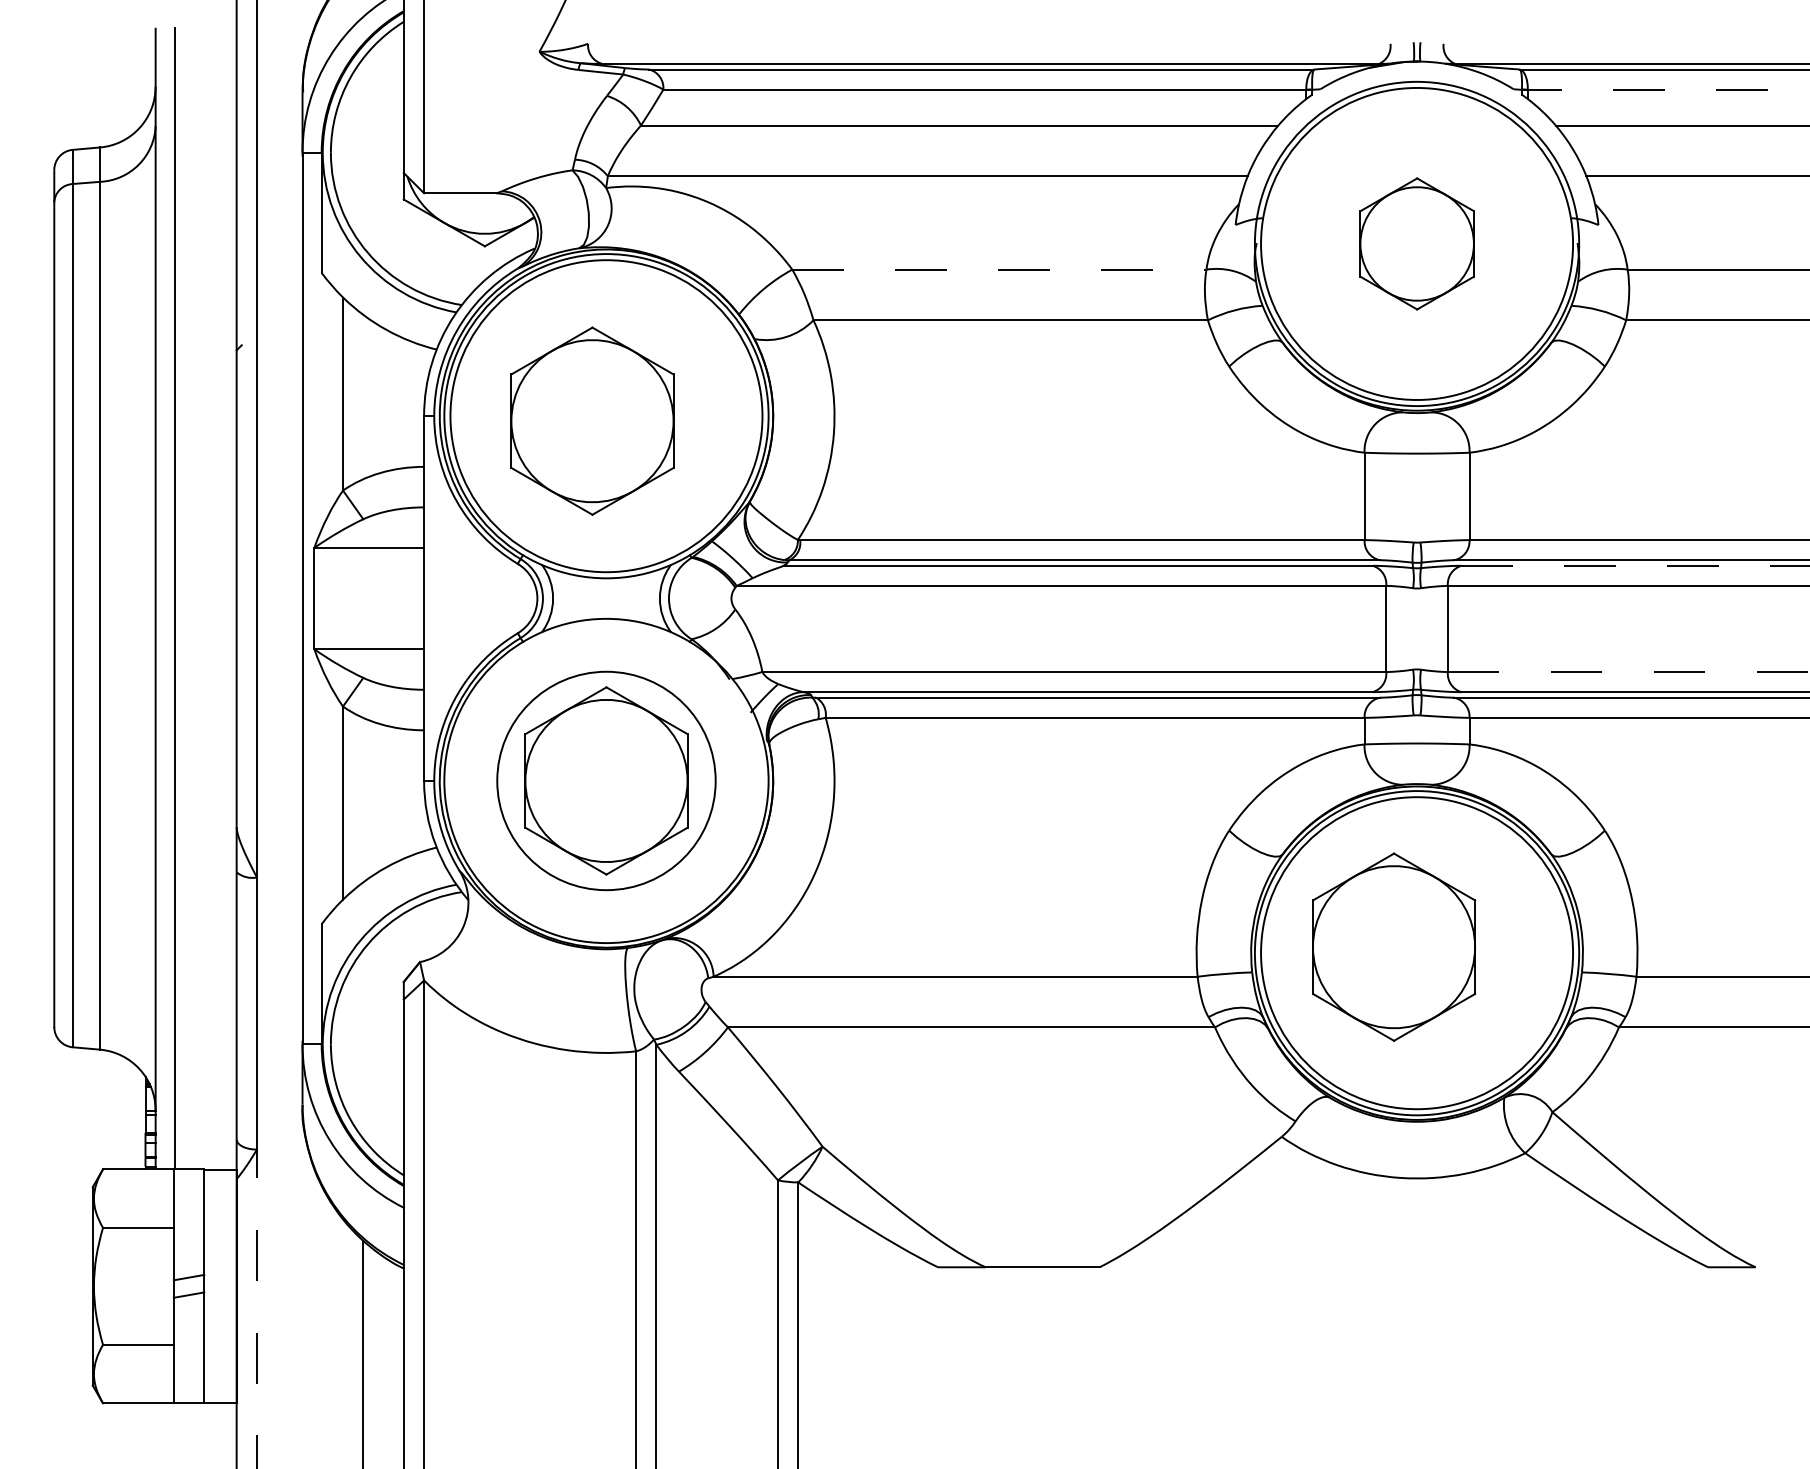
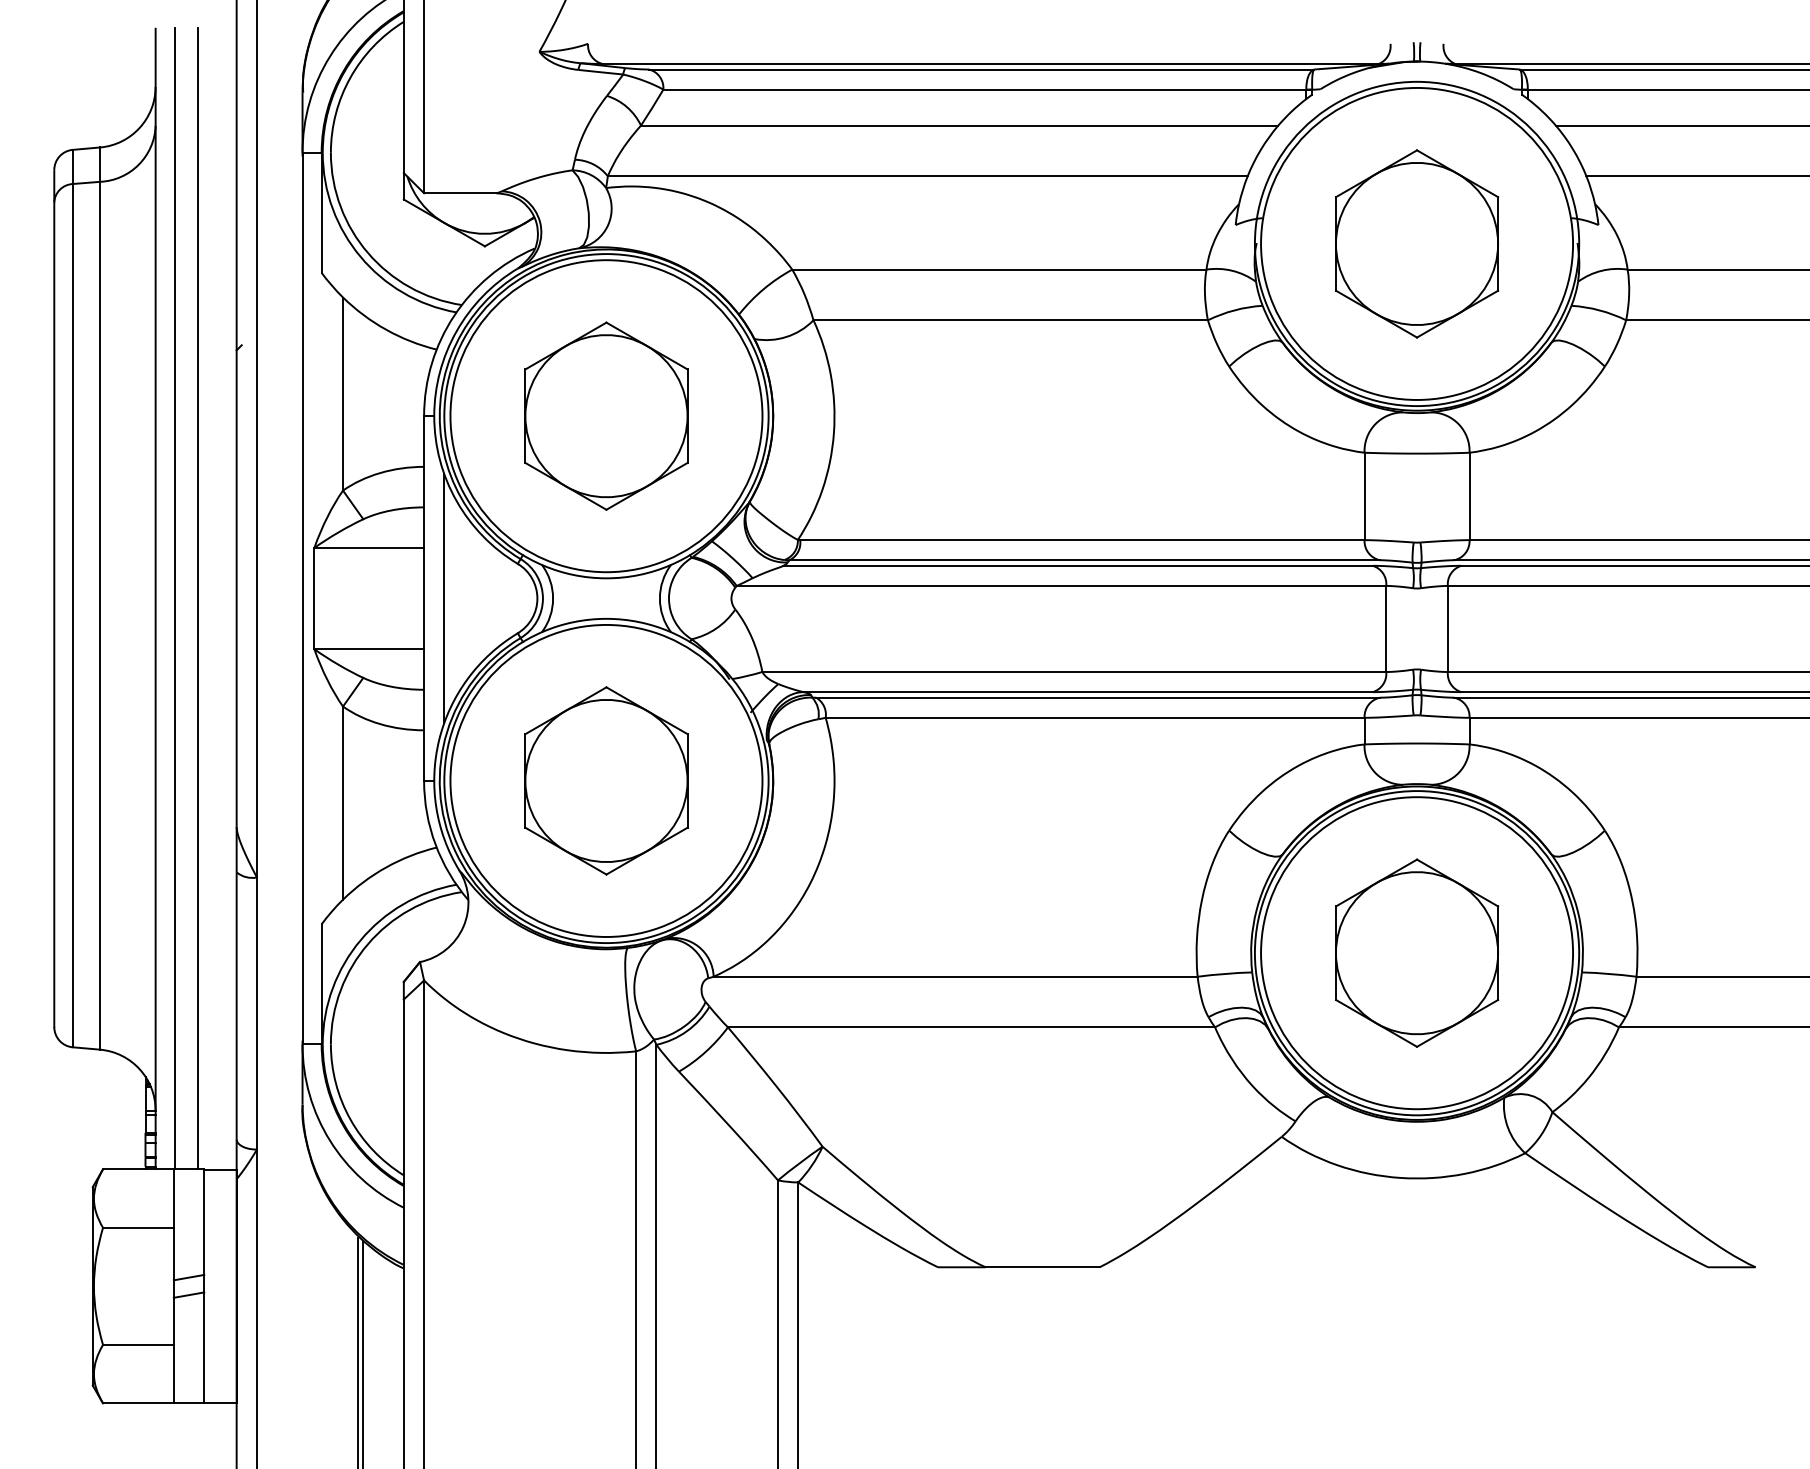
line at (1668, 89): dashed -> solid
part at (1416, 243) size: 116x134 px -> 165x190 px
line at (999, 269): dashed -> solid
part at (592, 420) position: (592, 420) -> (606, 415)
line at (1635, 565): dashed -> solid
line at (198, 598): none -> present
line at (444, 598): none -> present
line at (1628, 672): dashed -> solid
circle at (606, 780) diameter: 218 px -> 312 px
part at (1394, 946) position: (1394, 946) -> (1417, 952)
line at (256, 1308): dashed -> solid
line at (358, 1351): none -> present
